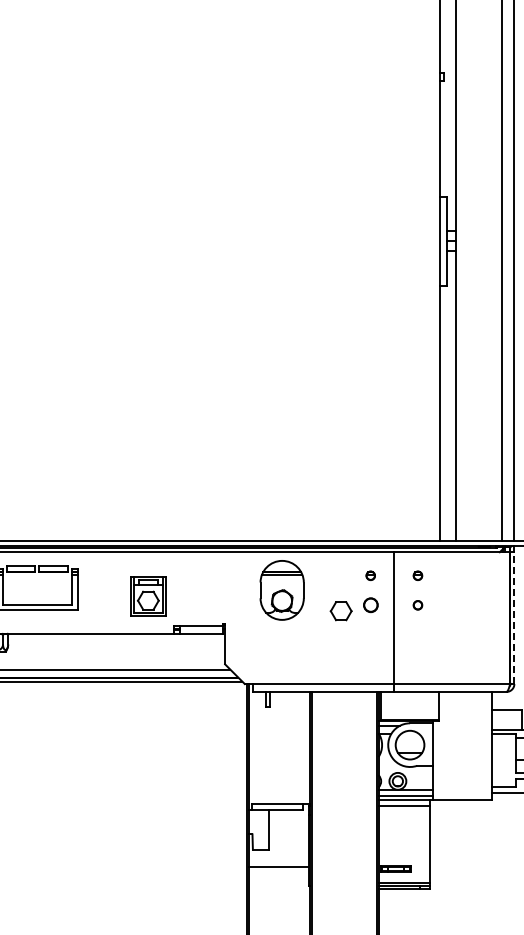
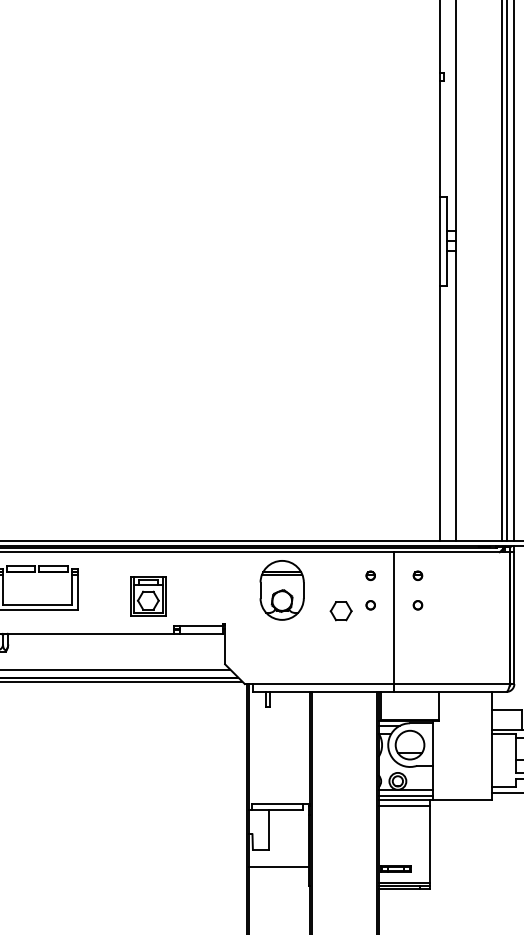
line at (506, 271): none -> present
part at (370, 605) size: 16x17 px -> 11x11 px
line at (514, 618): dashed -> solid
